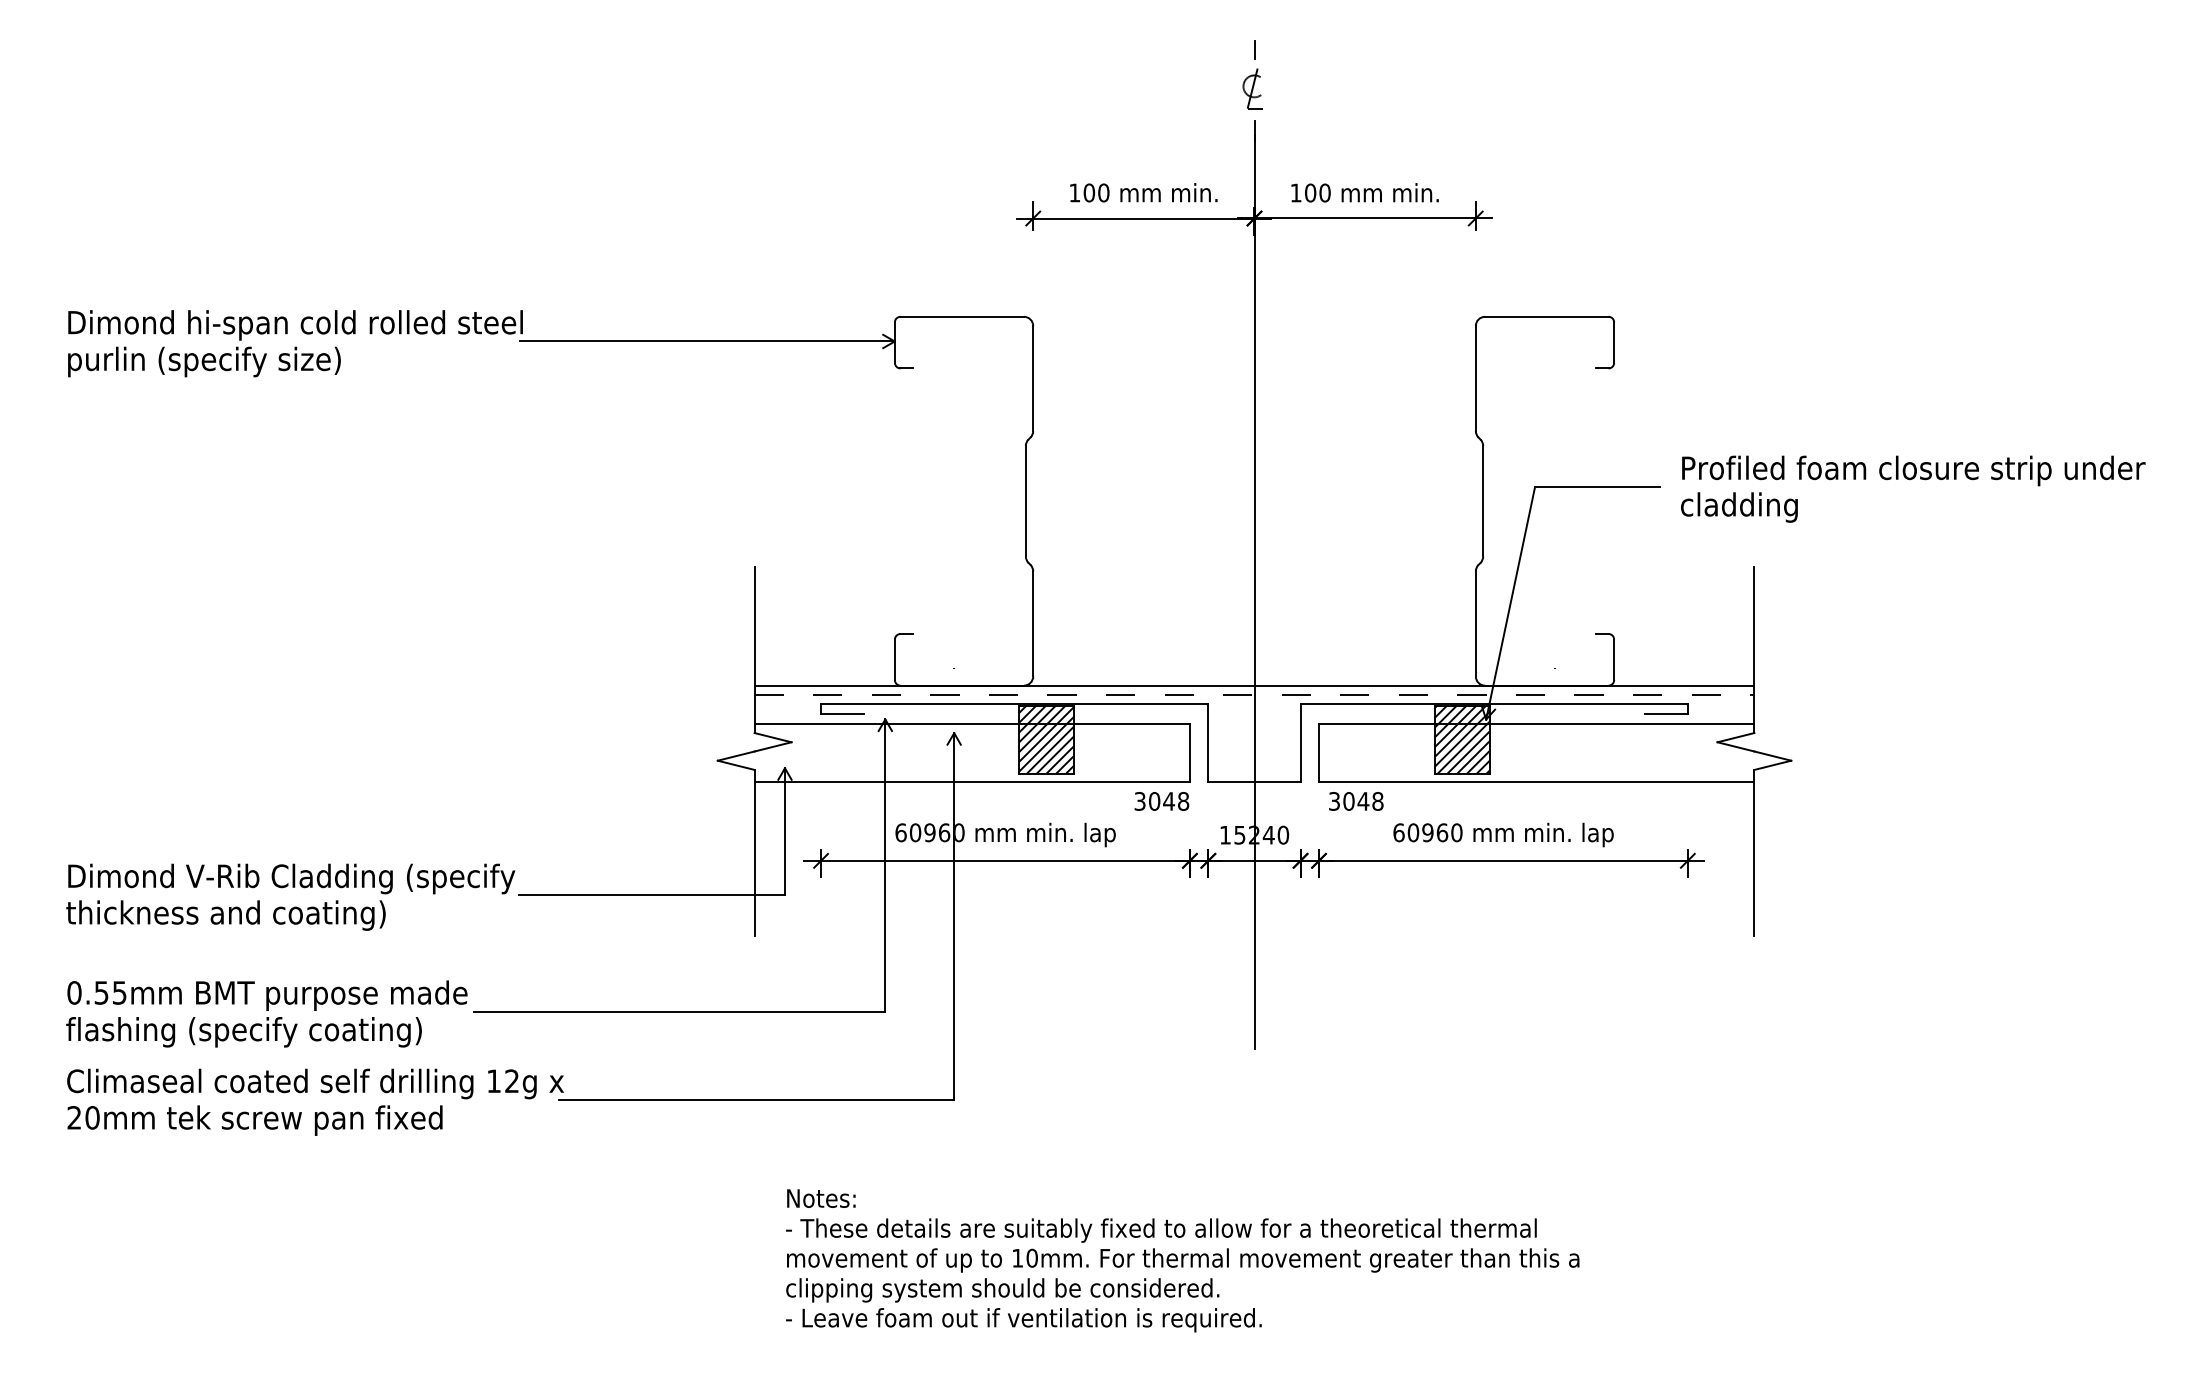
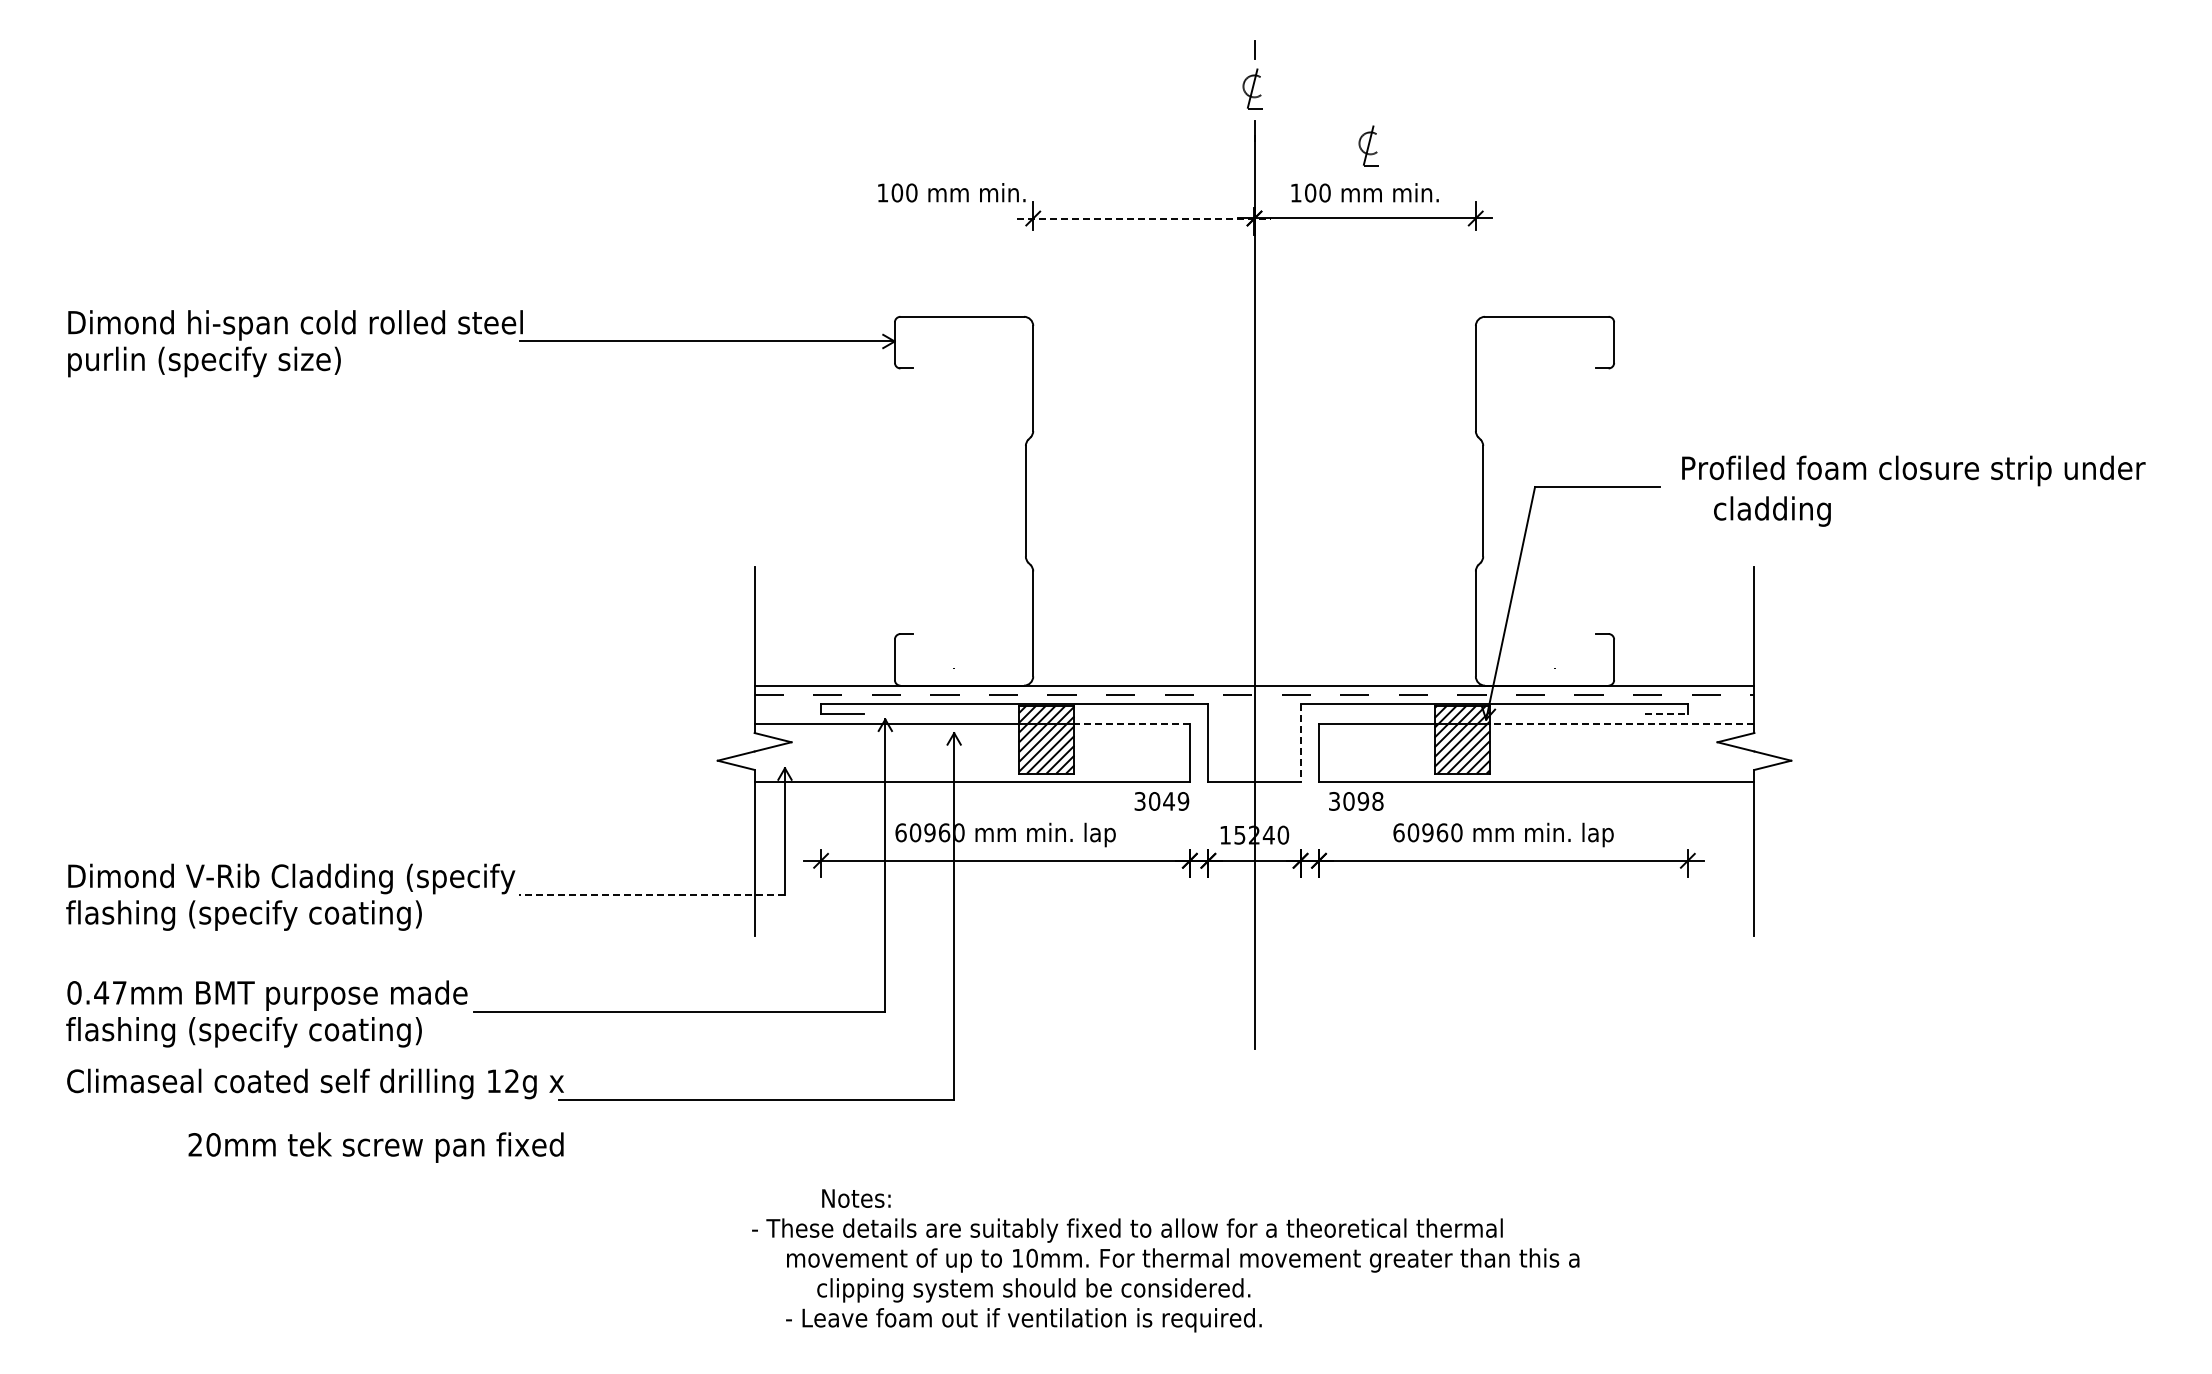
part at (1368, 145): none -> present
text at (1143, 192) position: (1143, 192) -> (951, 192)
line at (1144, 218): solid -> dashed
text at (1739, 507) position: (1739, 507) -> (1772, 511)
line at (1667, 714): solid -> dashed
line at (1132, 723): solid -> dashed
line at (1621, 723): solid -> dashed
line at (1300, 743): solid -> dashed
text at (1183, 801): 3048 -> 3049
text at (1363, 801): 3048 -> 3098
line at (651, 895): solid -> dashed
text at (243, 915): thickness and coating) -> flashing (specify coating)
text at (110, 992): 0.55mm -> 0.47mm
text at (254, 1120) position: (254, 1120) -> (375, 1147)
text at (821, 1198) position: (821, 1198) -> (856, 1198)
text at (1161, 1230) position: (1161, 1230) -> (1127, 1230)
text at (1002, 1290) position: (1002, 1290) -> (1033, 1290)
